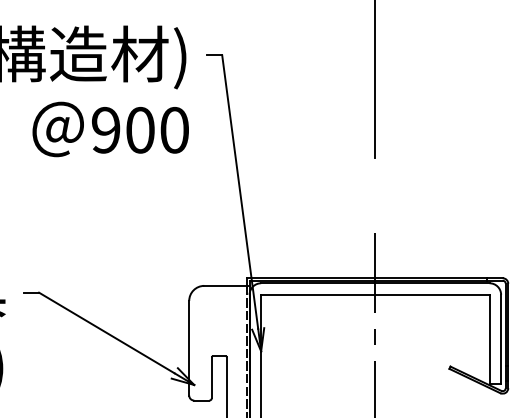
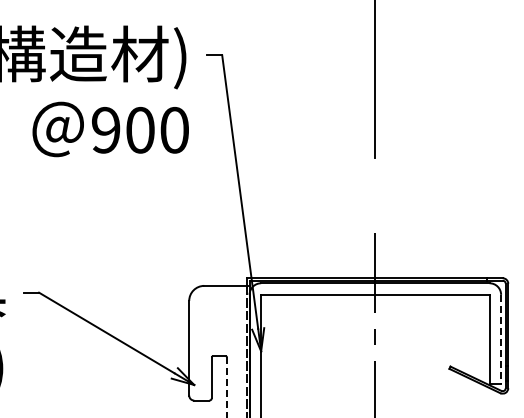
line at (501, 339): solid -> dashed
line at (226, 387): solid -> dashed
